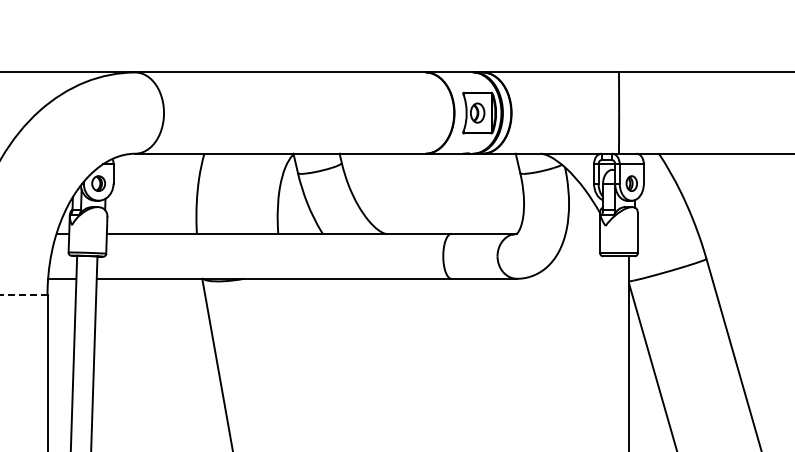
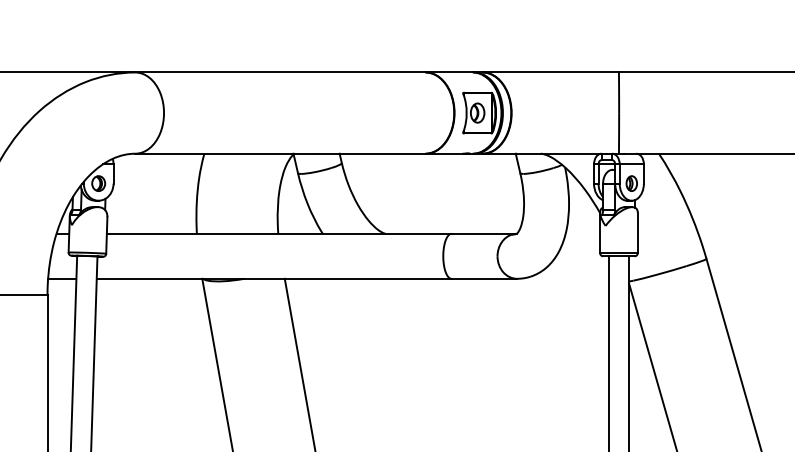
line at (23, 294): dashed -> solid
line at (608, 352): none -> present
line at (299, 363): none -> present
